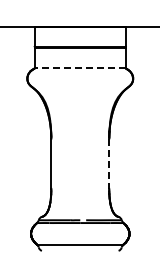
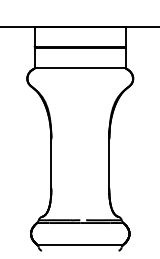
line at (80, 68): dashed -> solid
line at (109, 164): dashed -> solid
